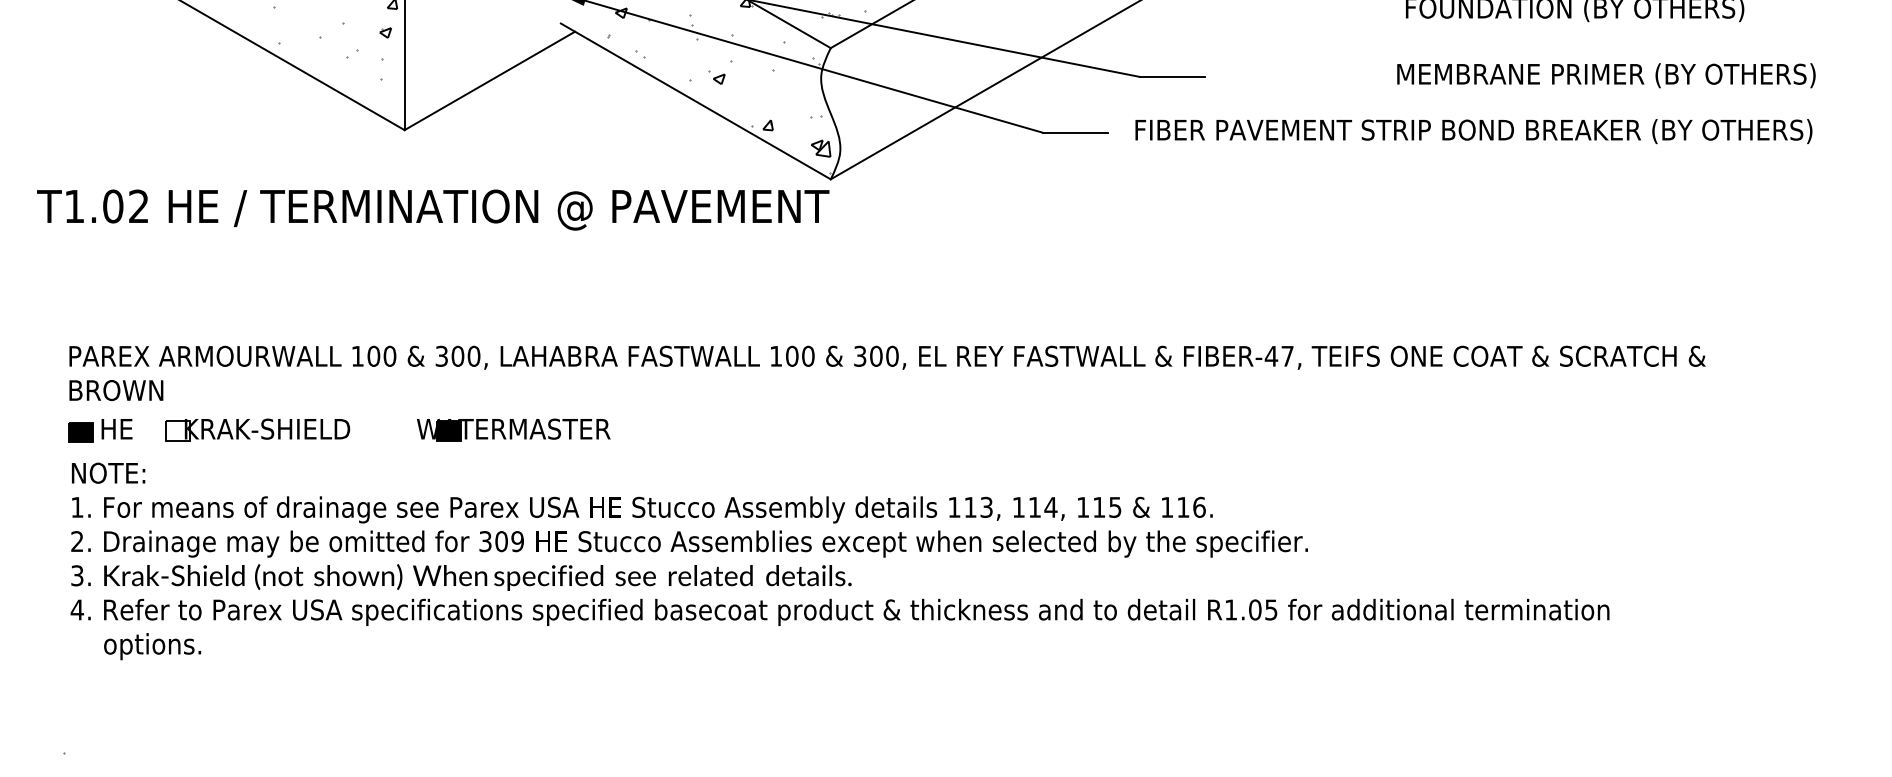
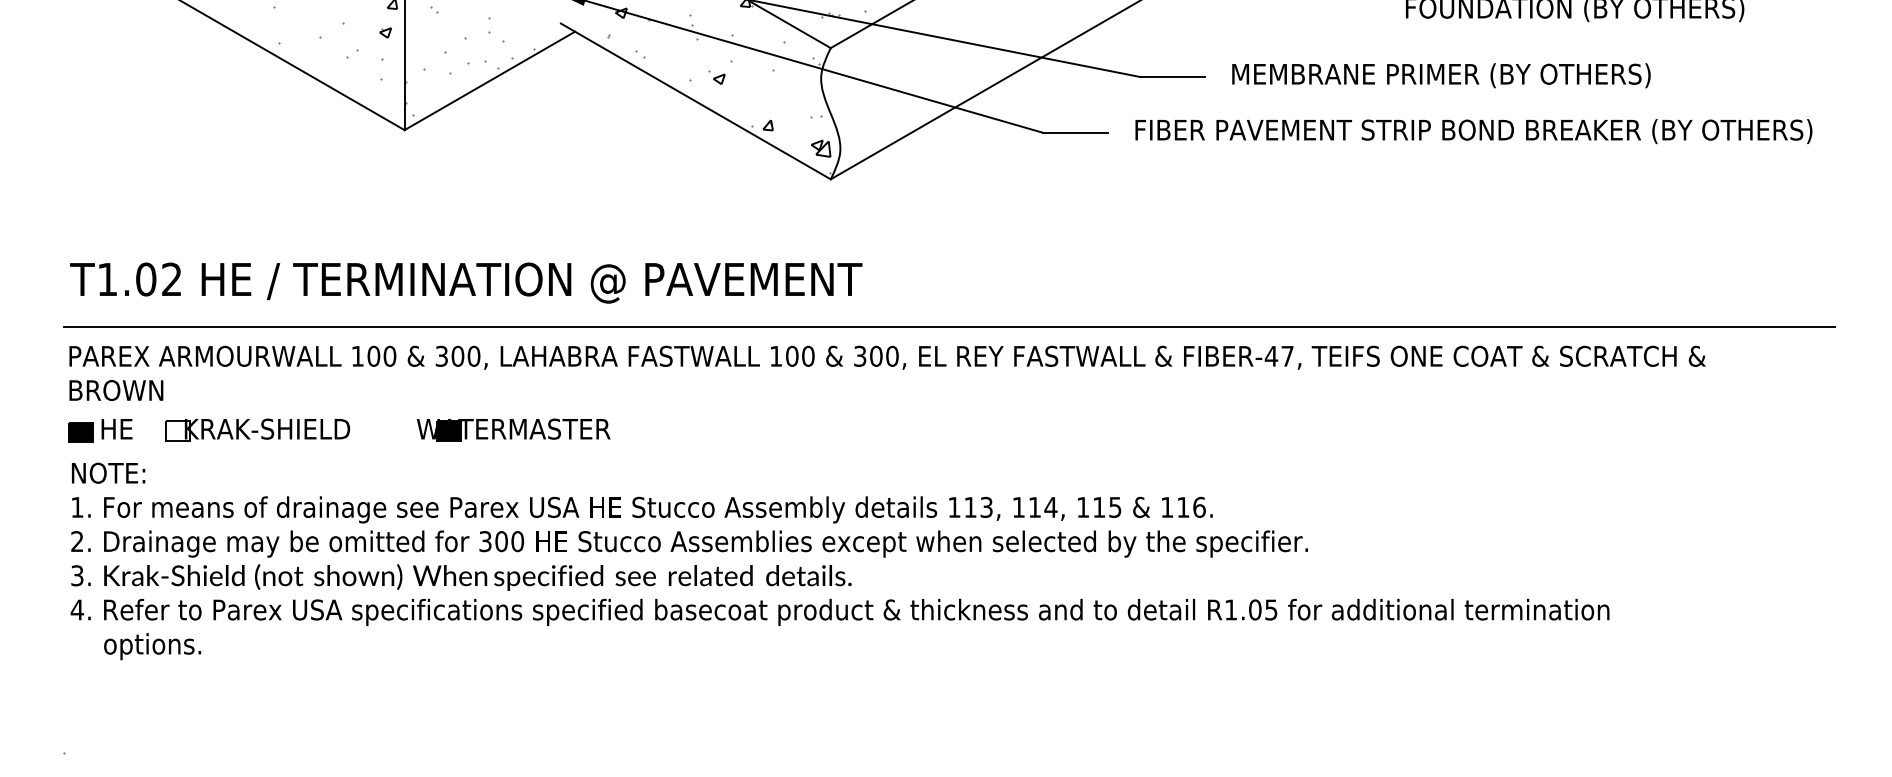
hatch at (469, 60): none -> present
text at (1606, 75) position: (1606, 75) -> (1441, 75)
text at (433, 209) position: (433, 209) -> (466, 282)
line at (949, 326): none -> present
text at (517, 541): 309 -> 300
